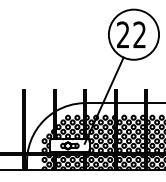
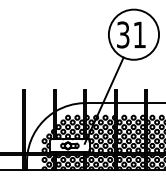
text at (131, 34): 22 -> 31
